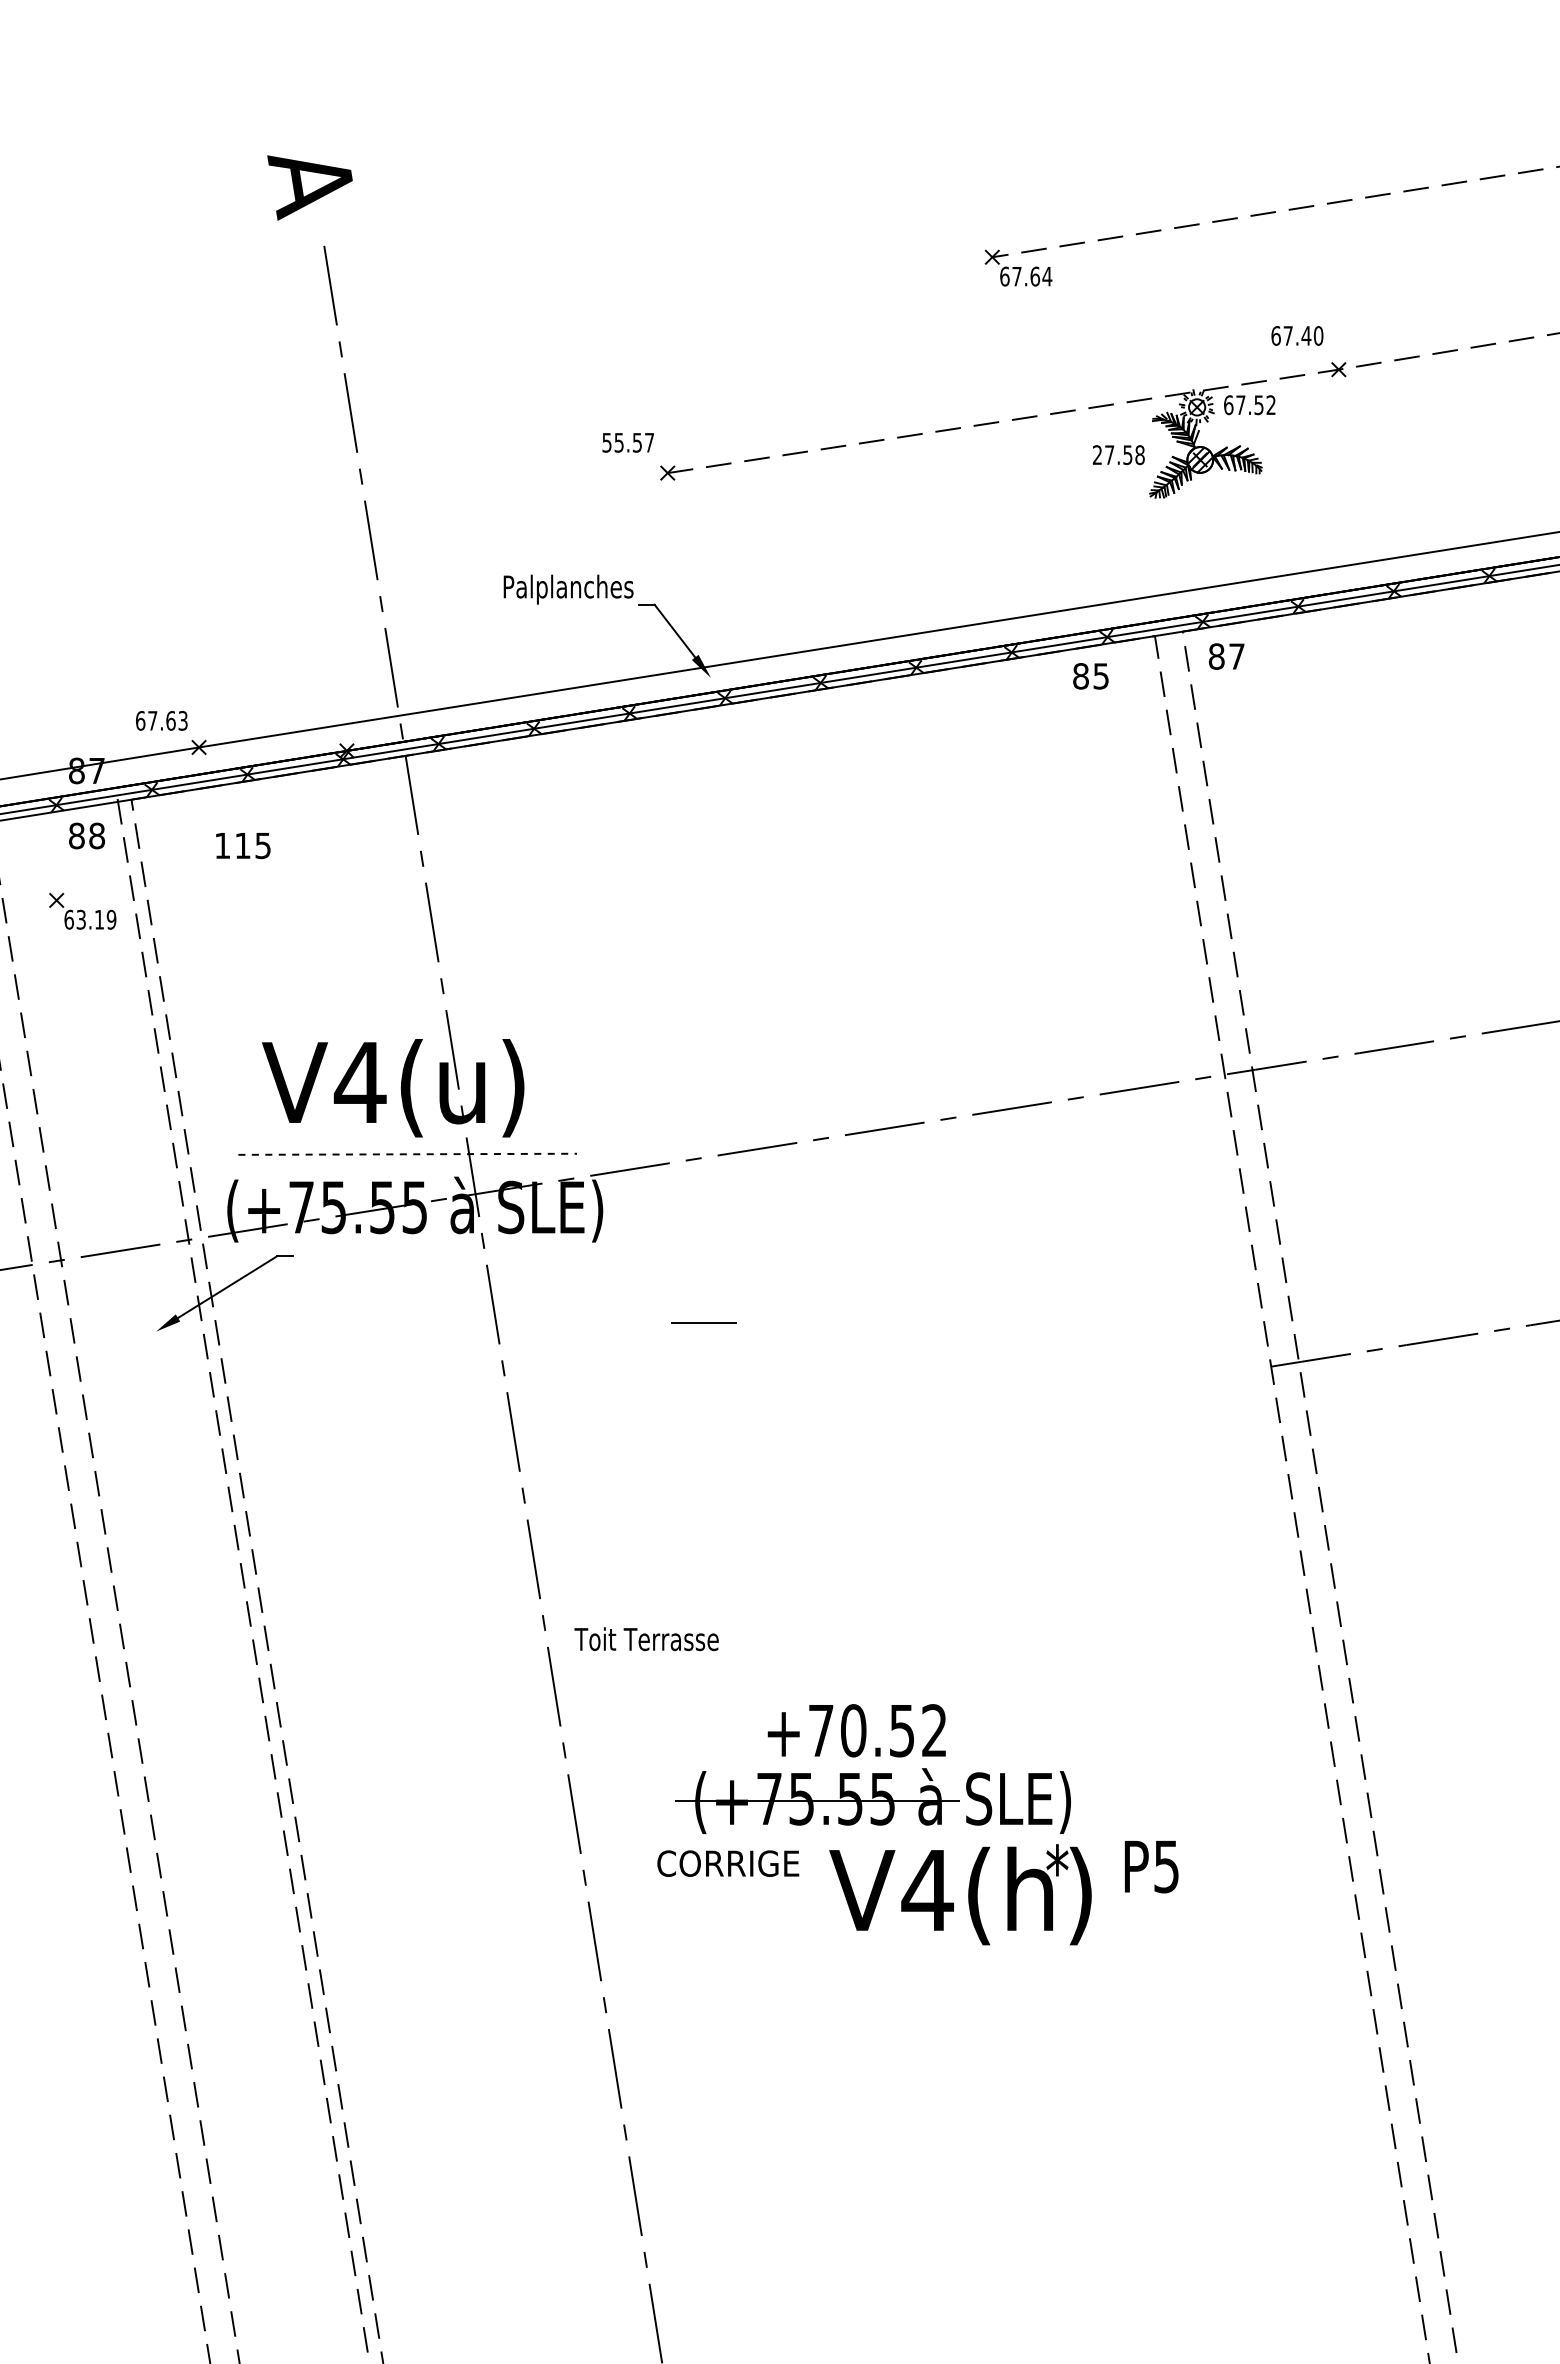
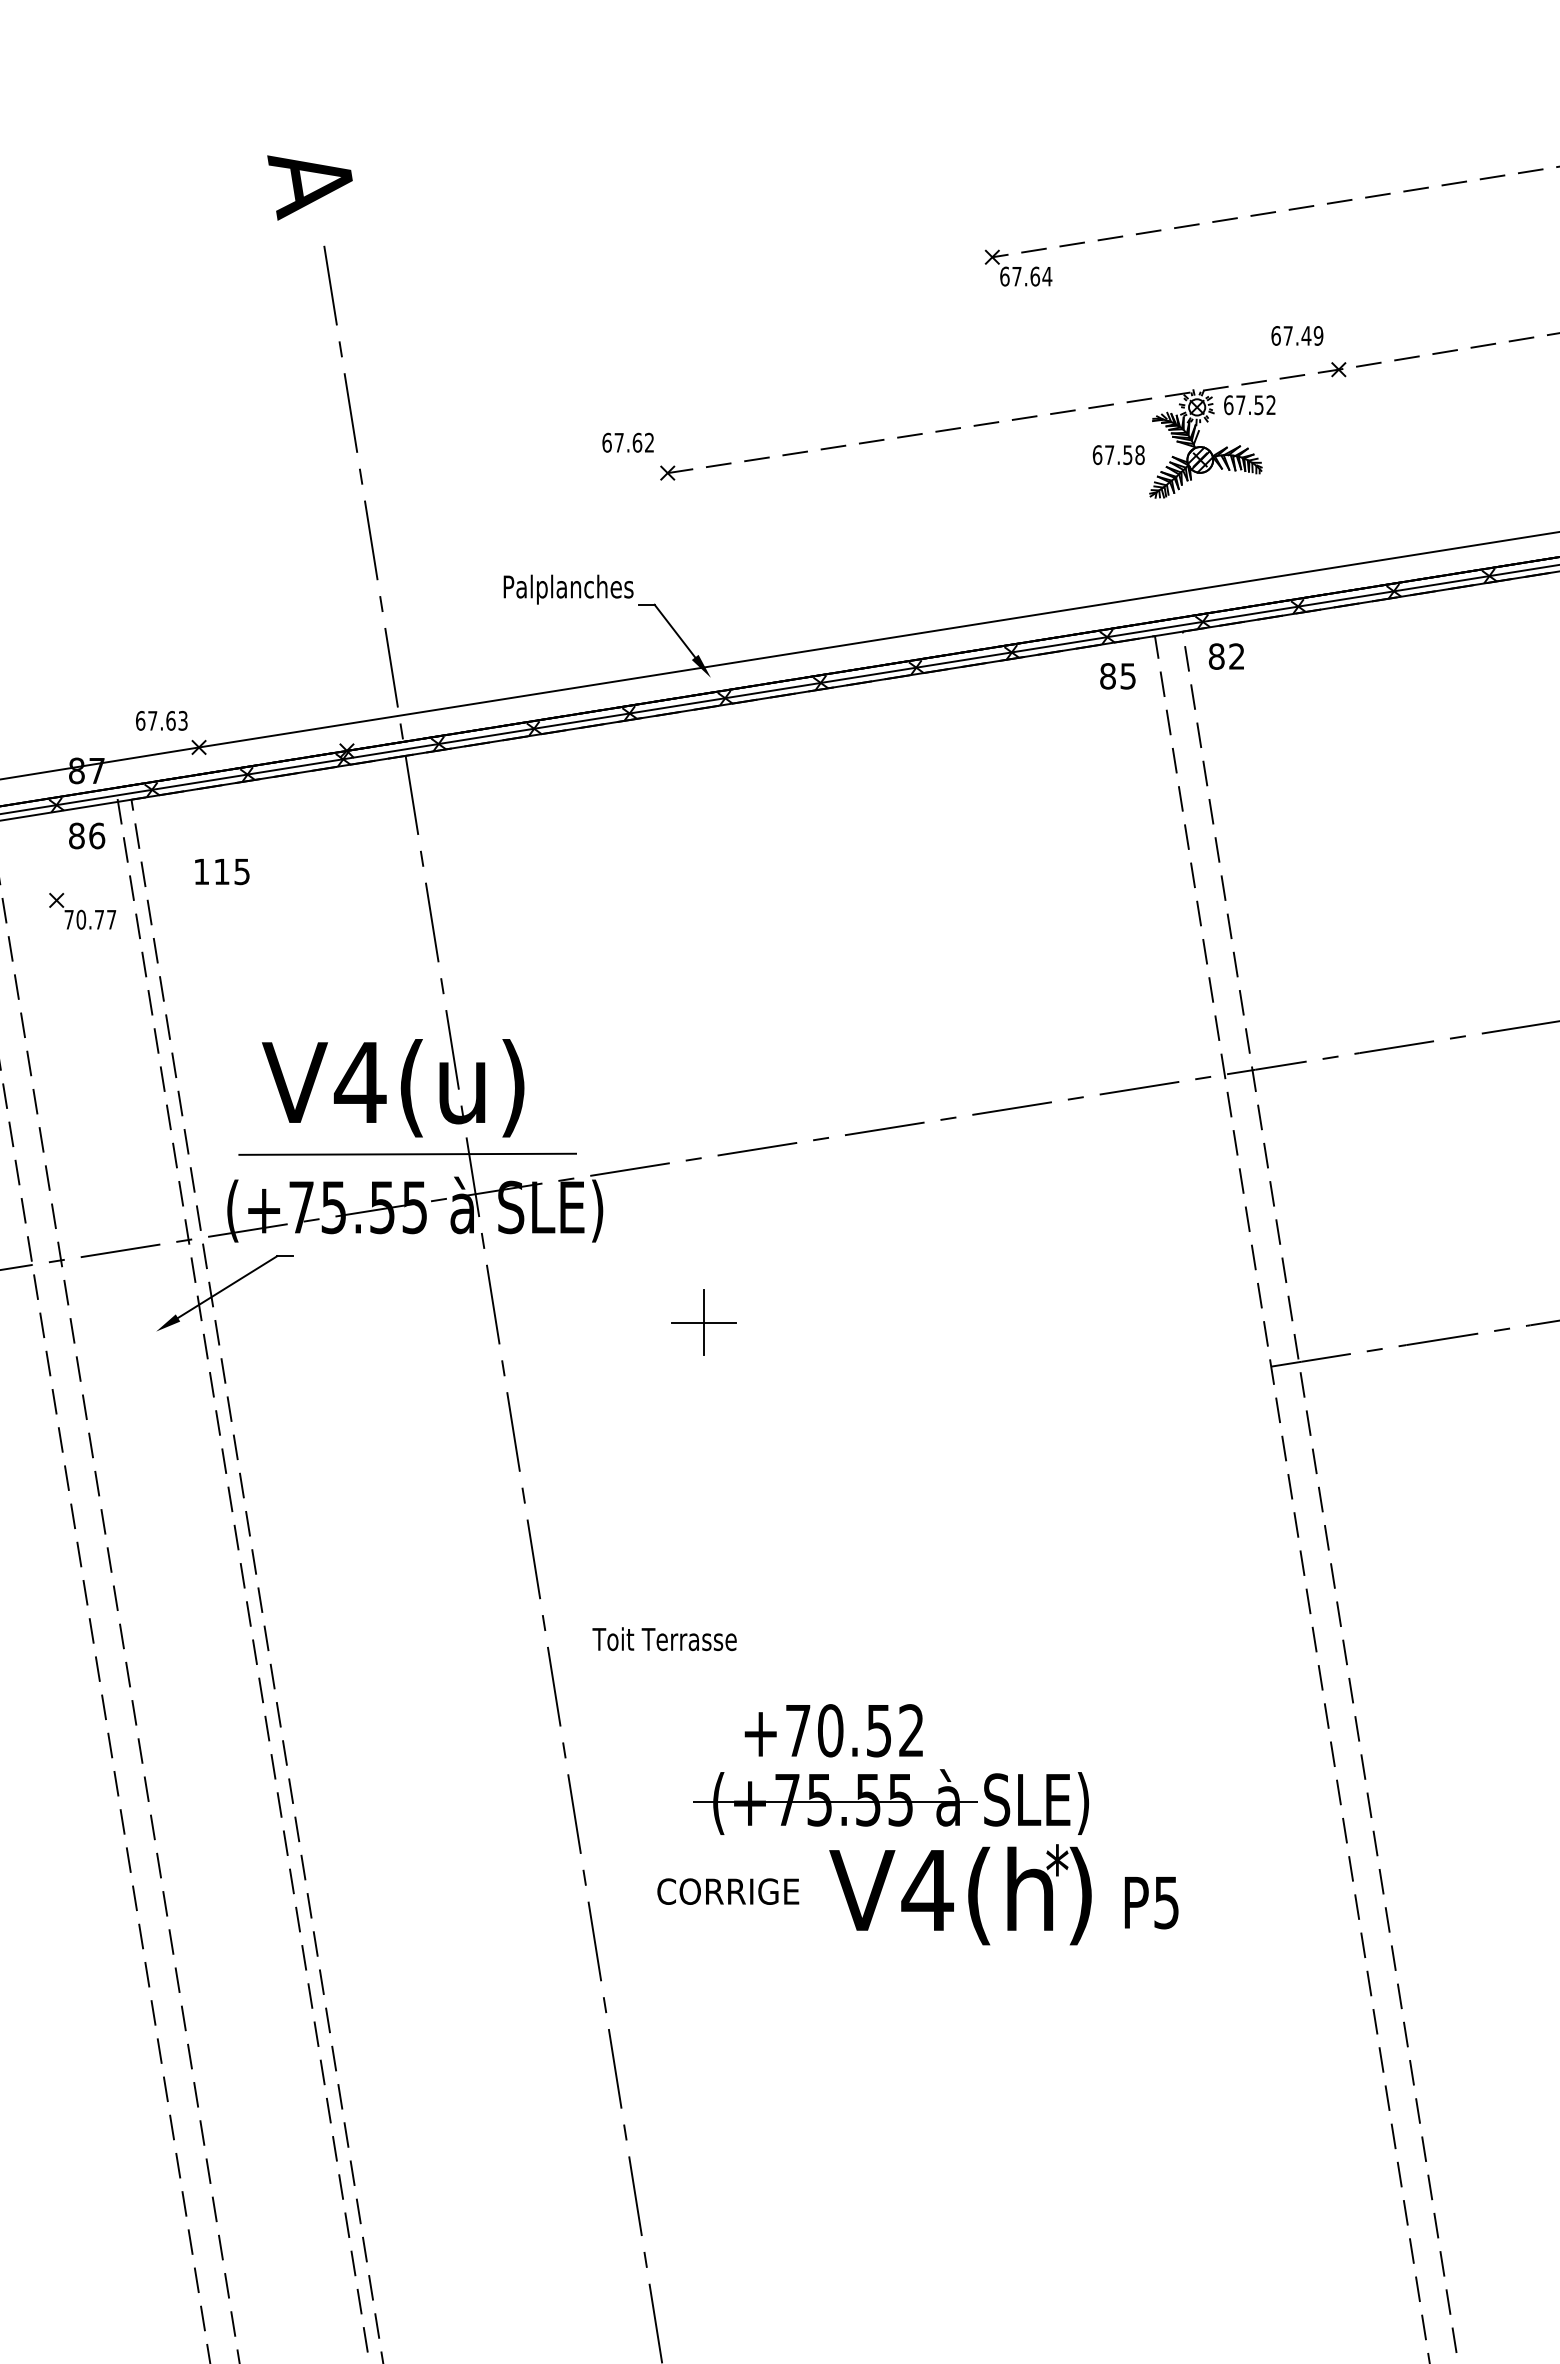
text at (1318, 335): 67.40 -> 67.49
text at (627, 442): 55.57 -> 67.62
text at (1097, 455): 27.58 -> 67.58
text at (1236, 656): 87 -> 82
text at (1090, 676) position: (1090, 676) -> (1117, 676)
text at (97, 835): 88 -> 86
text at (243, 846) position: (243, 846) -> (222, 872)
text at (90, 919): 63.19 -> 70.77
line at (408, 1154): dashed -> solid
line at (703, 1322): none -> present
text at (646, 1639) position: (646, 1639) -> (664, 1639)
text at (856, 1730) position: (856, 1730) -> (833, 1730)
part at (872, 1800) position: (872, 1800) -> (890, 1801)
text at (728, 1863) position: (728, 1863) -> (728, 1891)
text at (1151, 1867) position: (1151, 1867) -> (1151, 1903)
